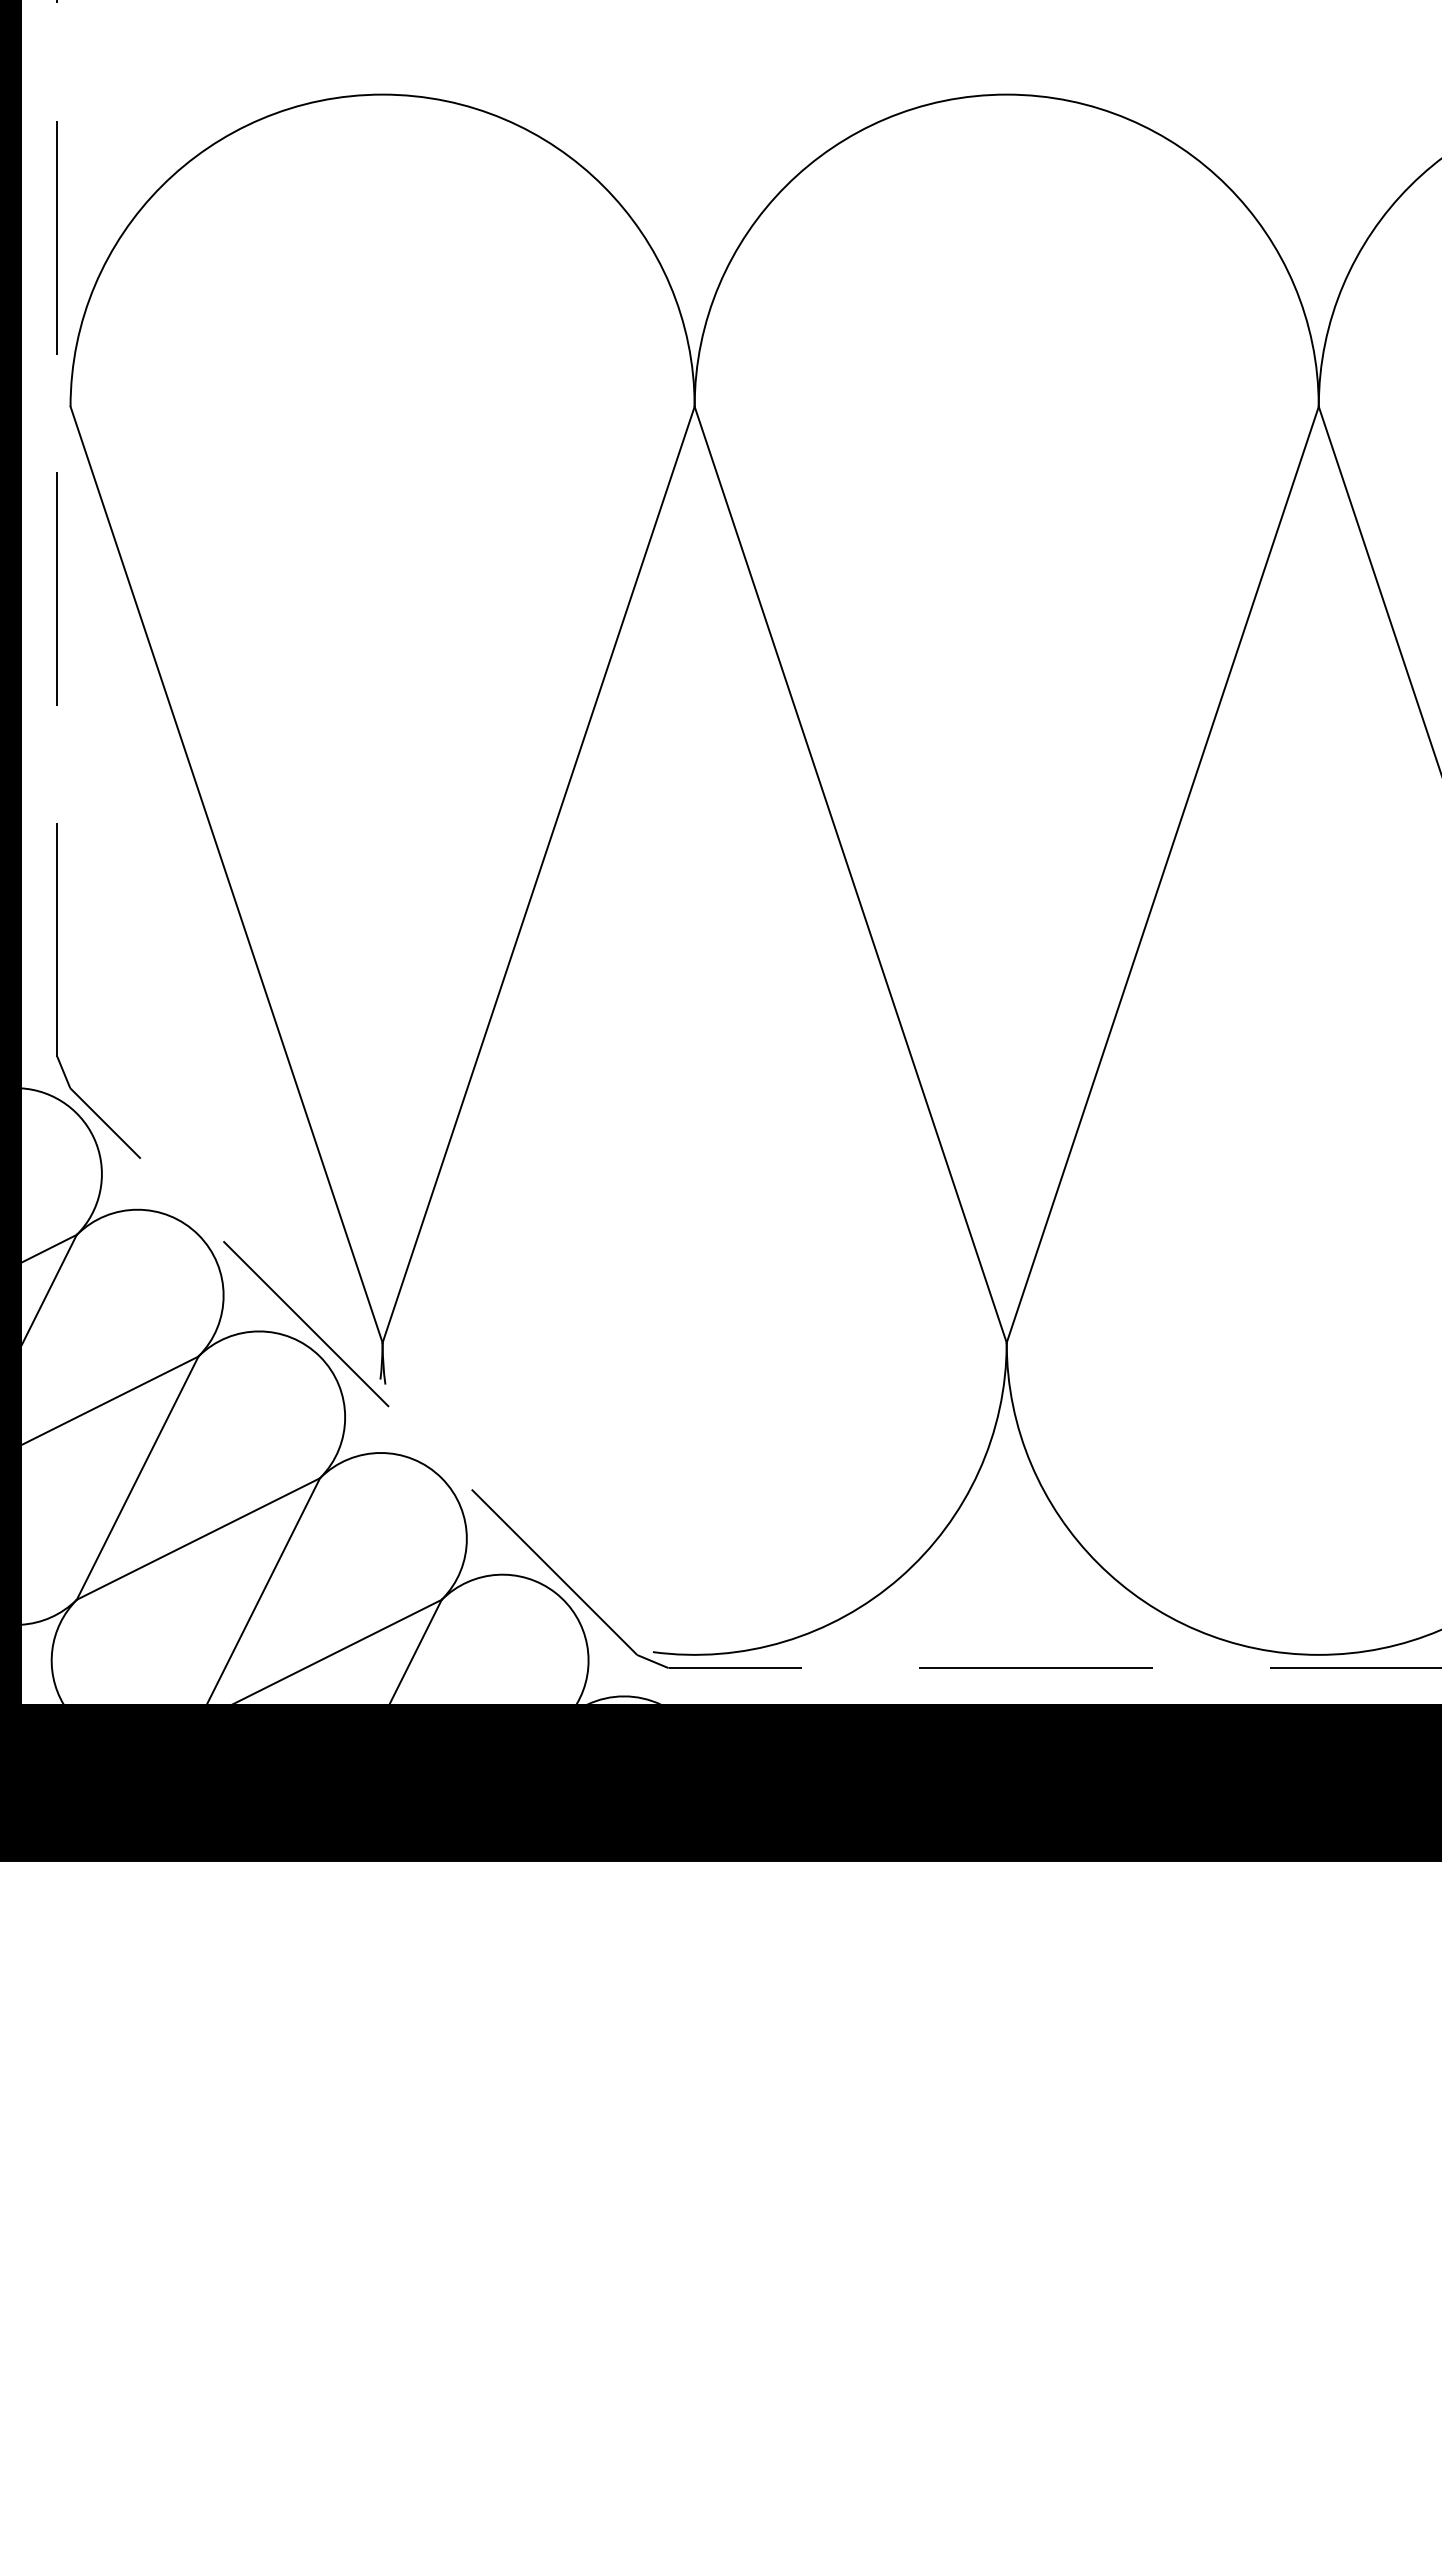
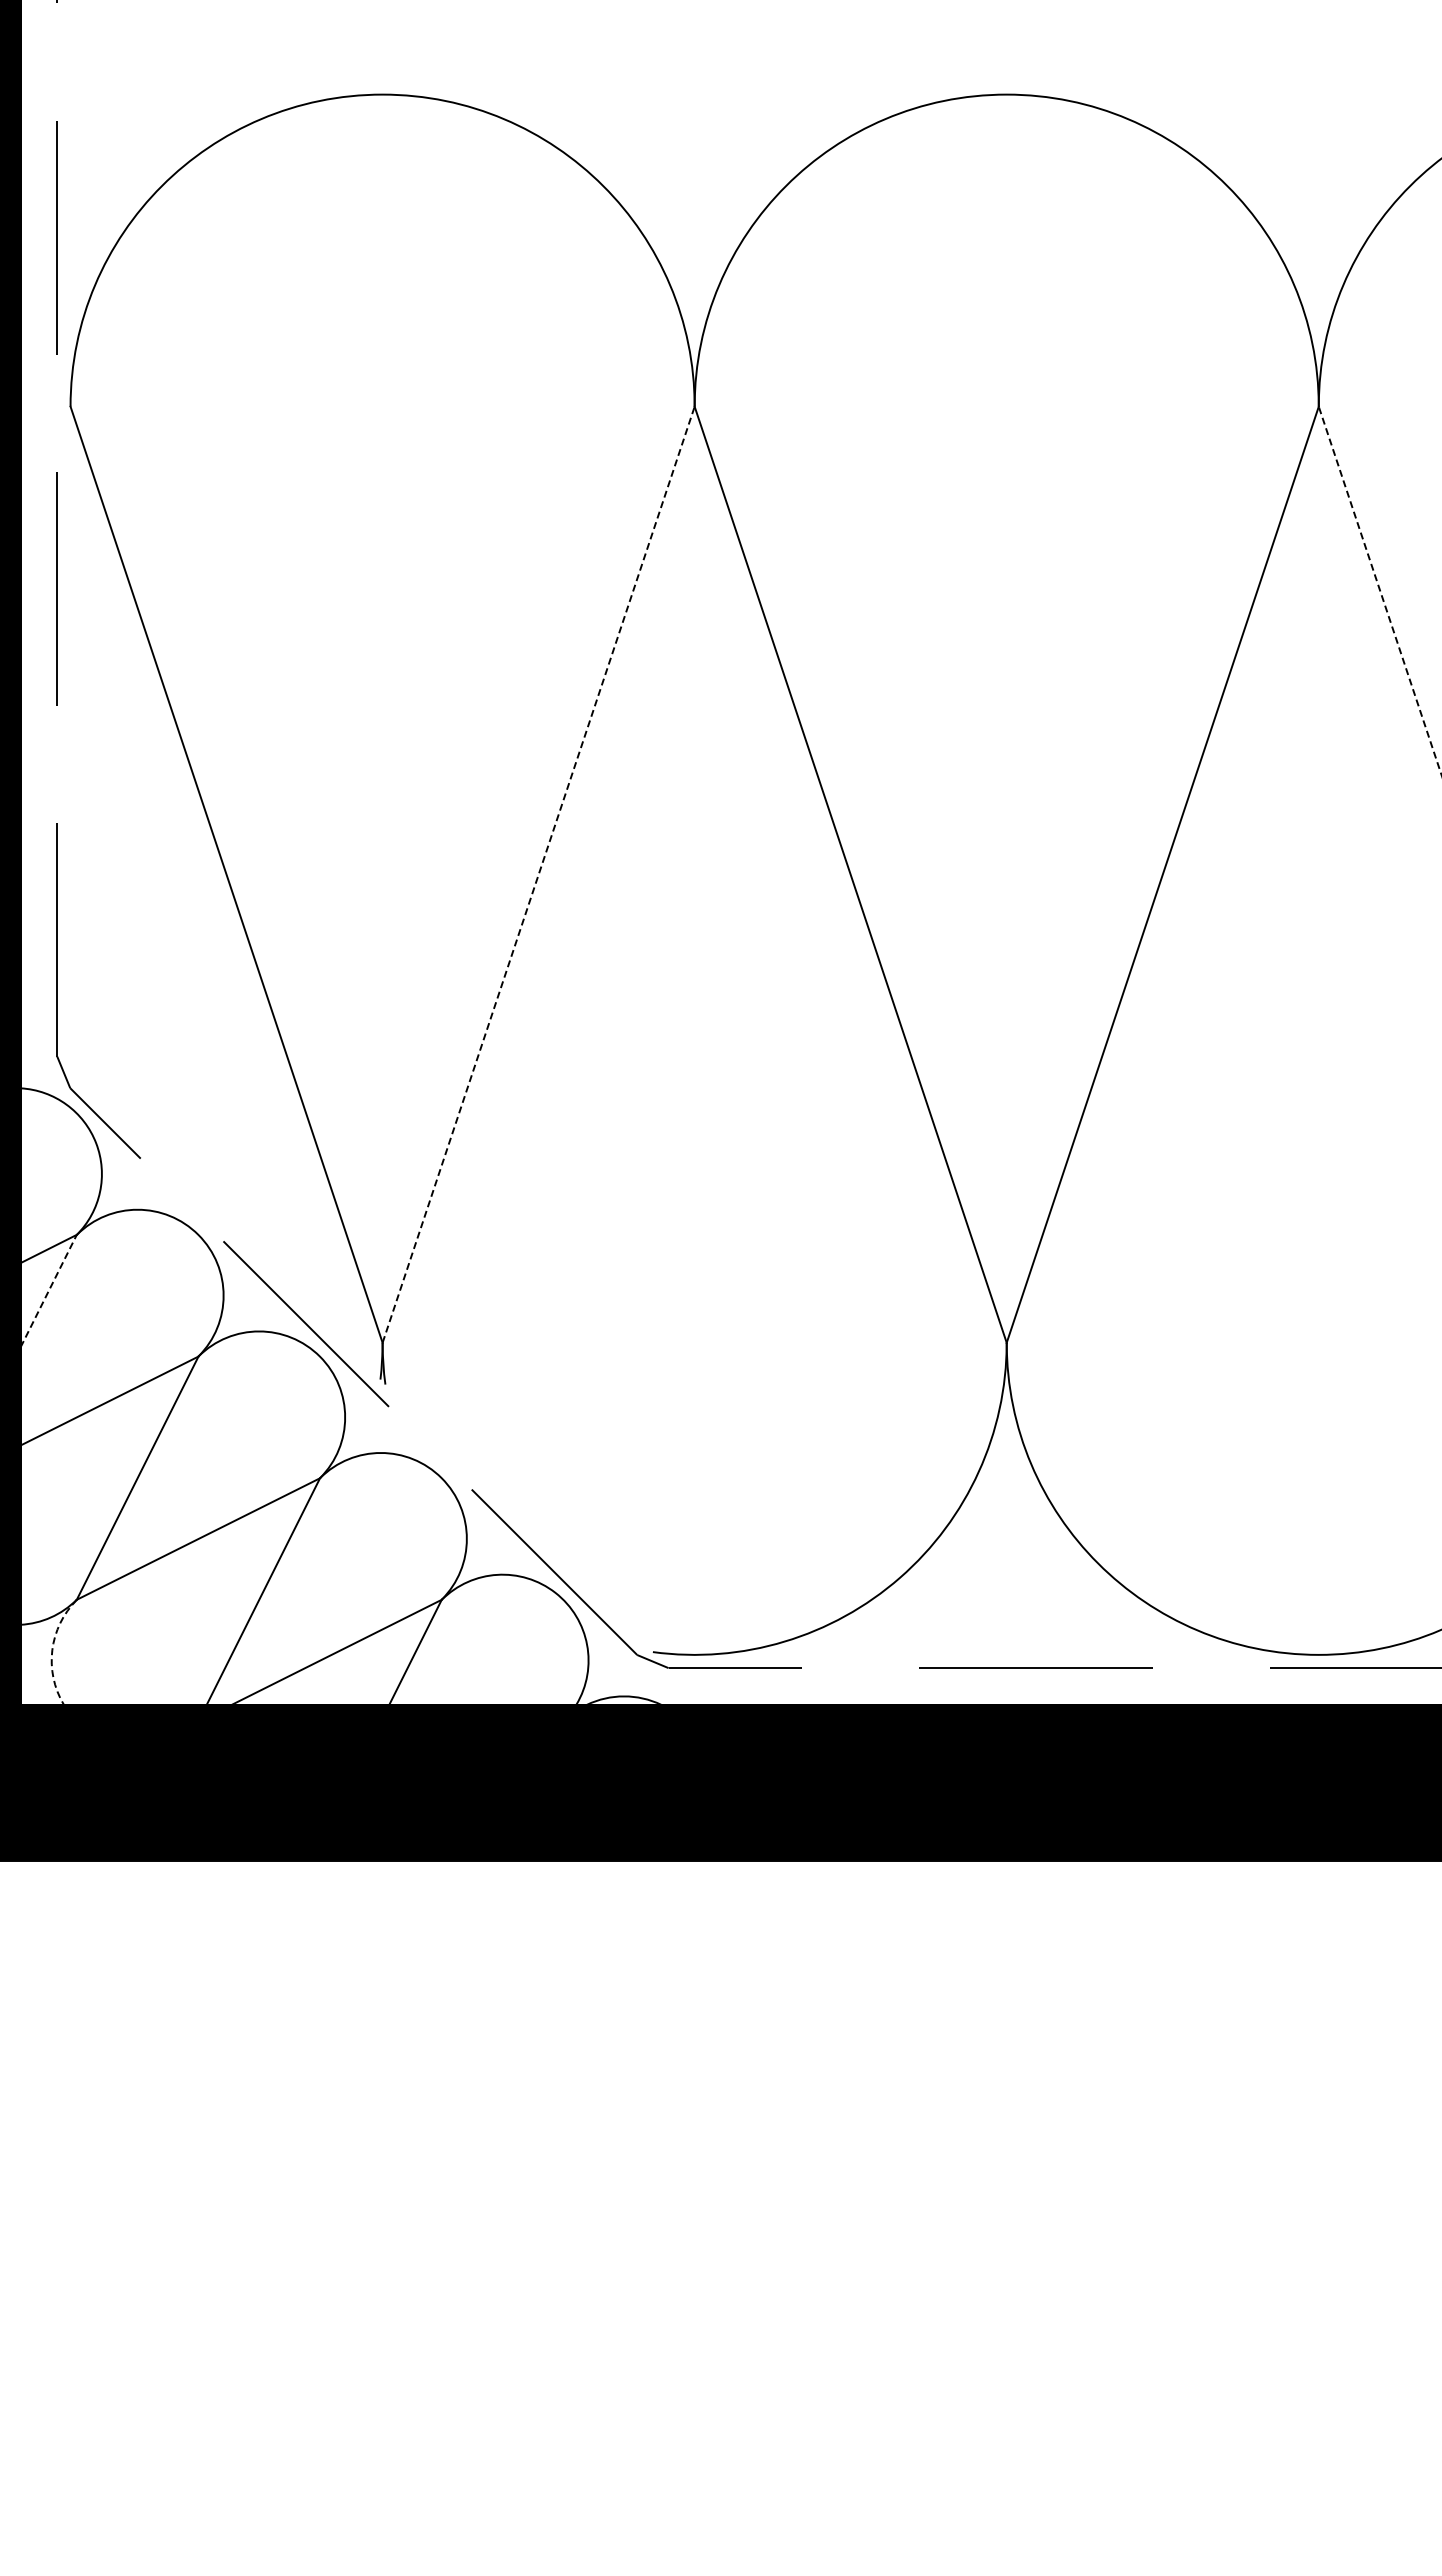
line at (1380, 590): solid -> dashed
line at (538, 874): solid -> dashed
line at (48, 1291): solid -> dashed
arc at (52, 1650): solid -> dashed
